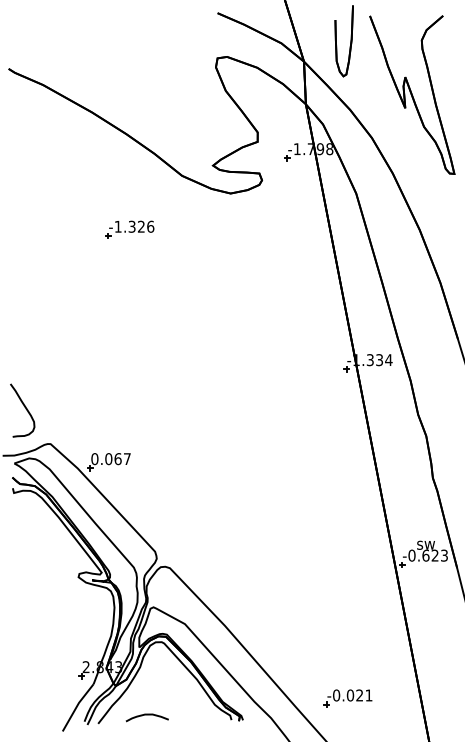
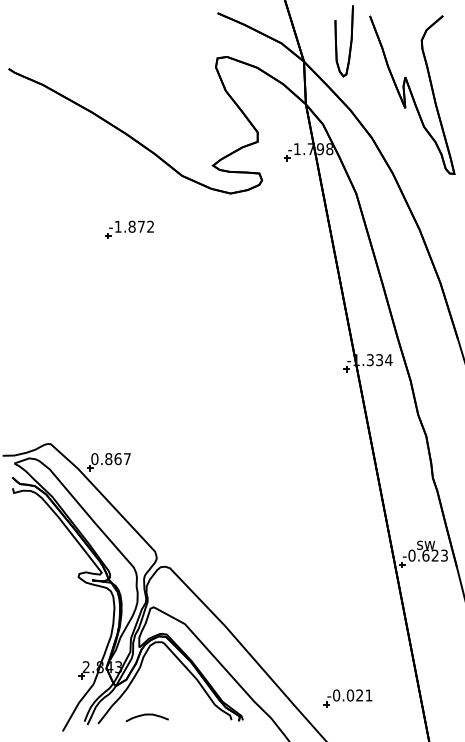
text at (141, 226): -1.326 -> -1.872
curve at (25, 409): present -> none
text at (108, 458): 0.067 -> 0.867
